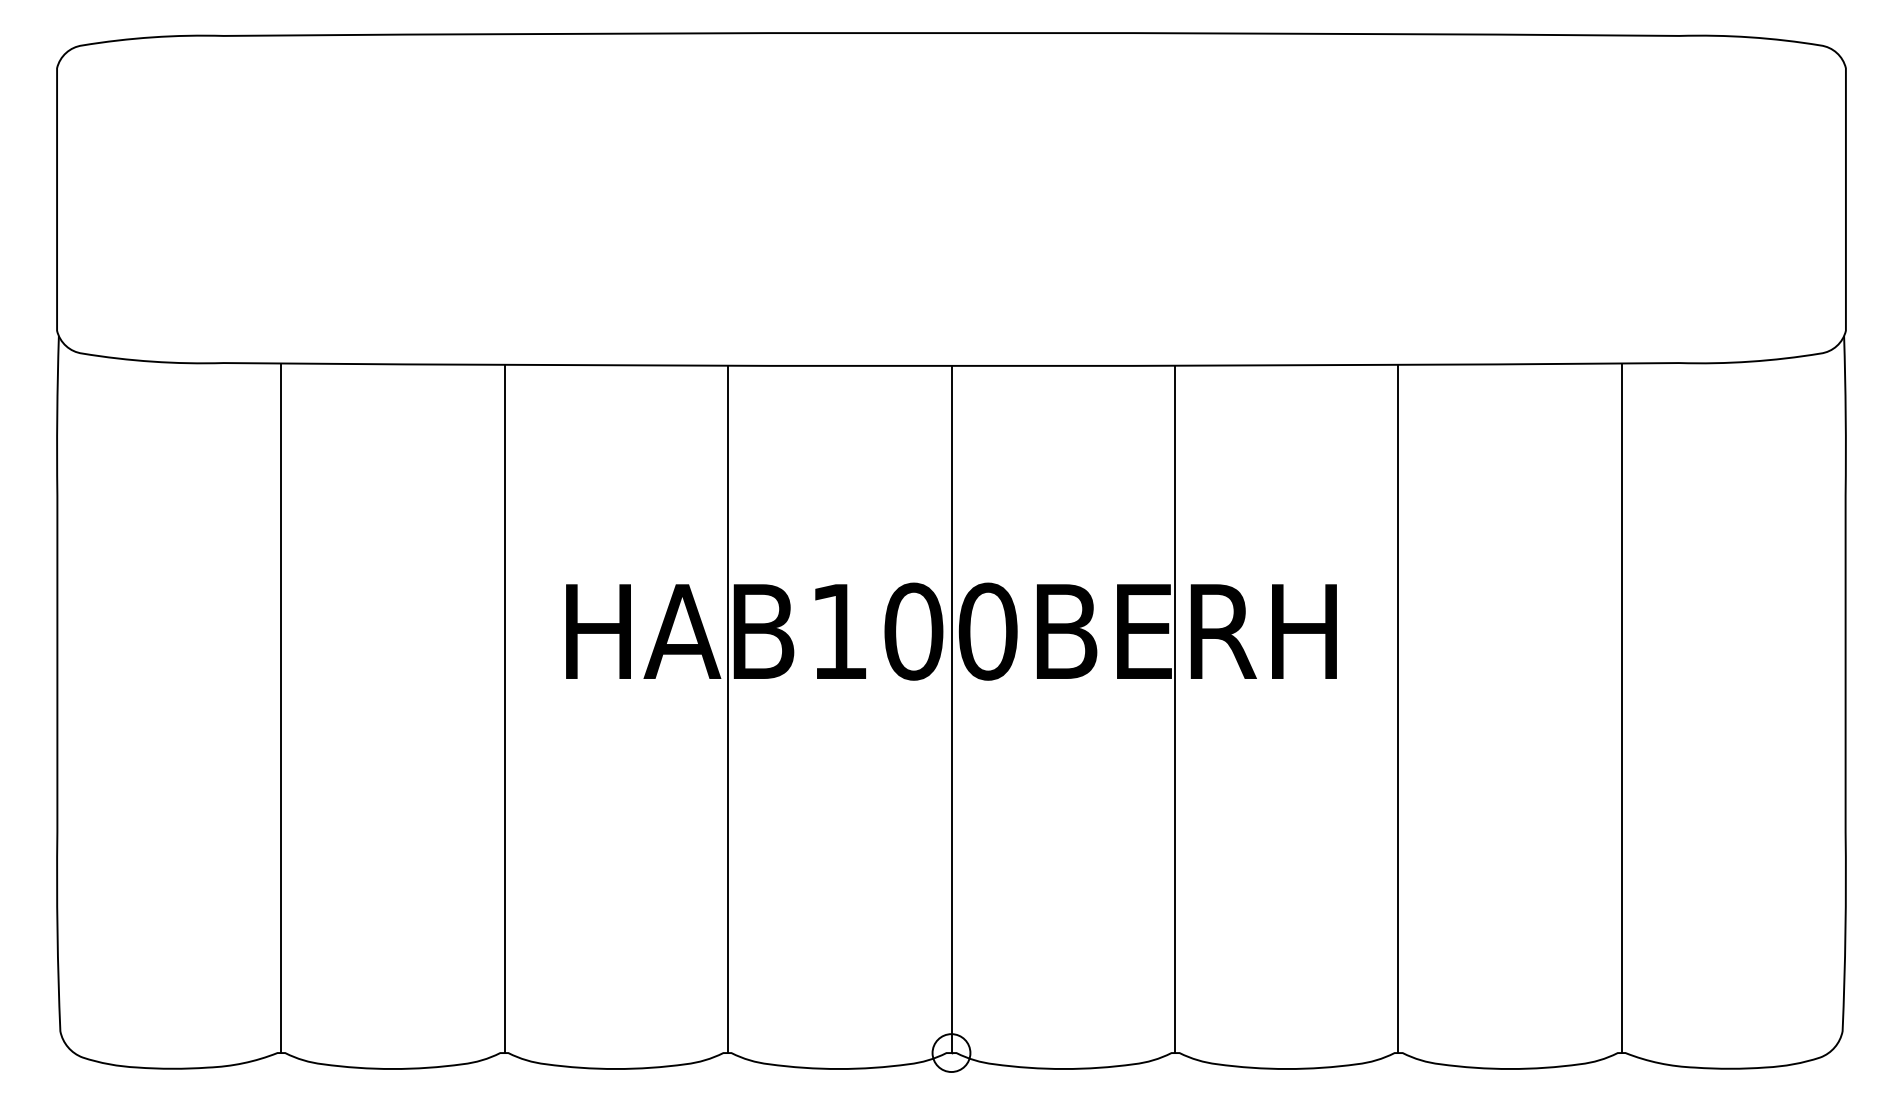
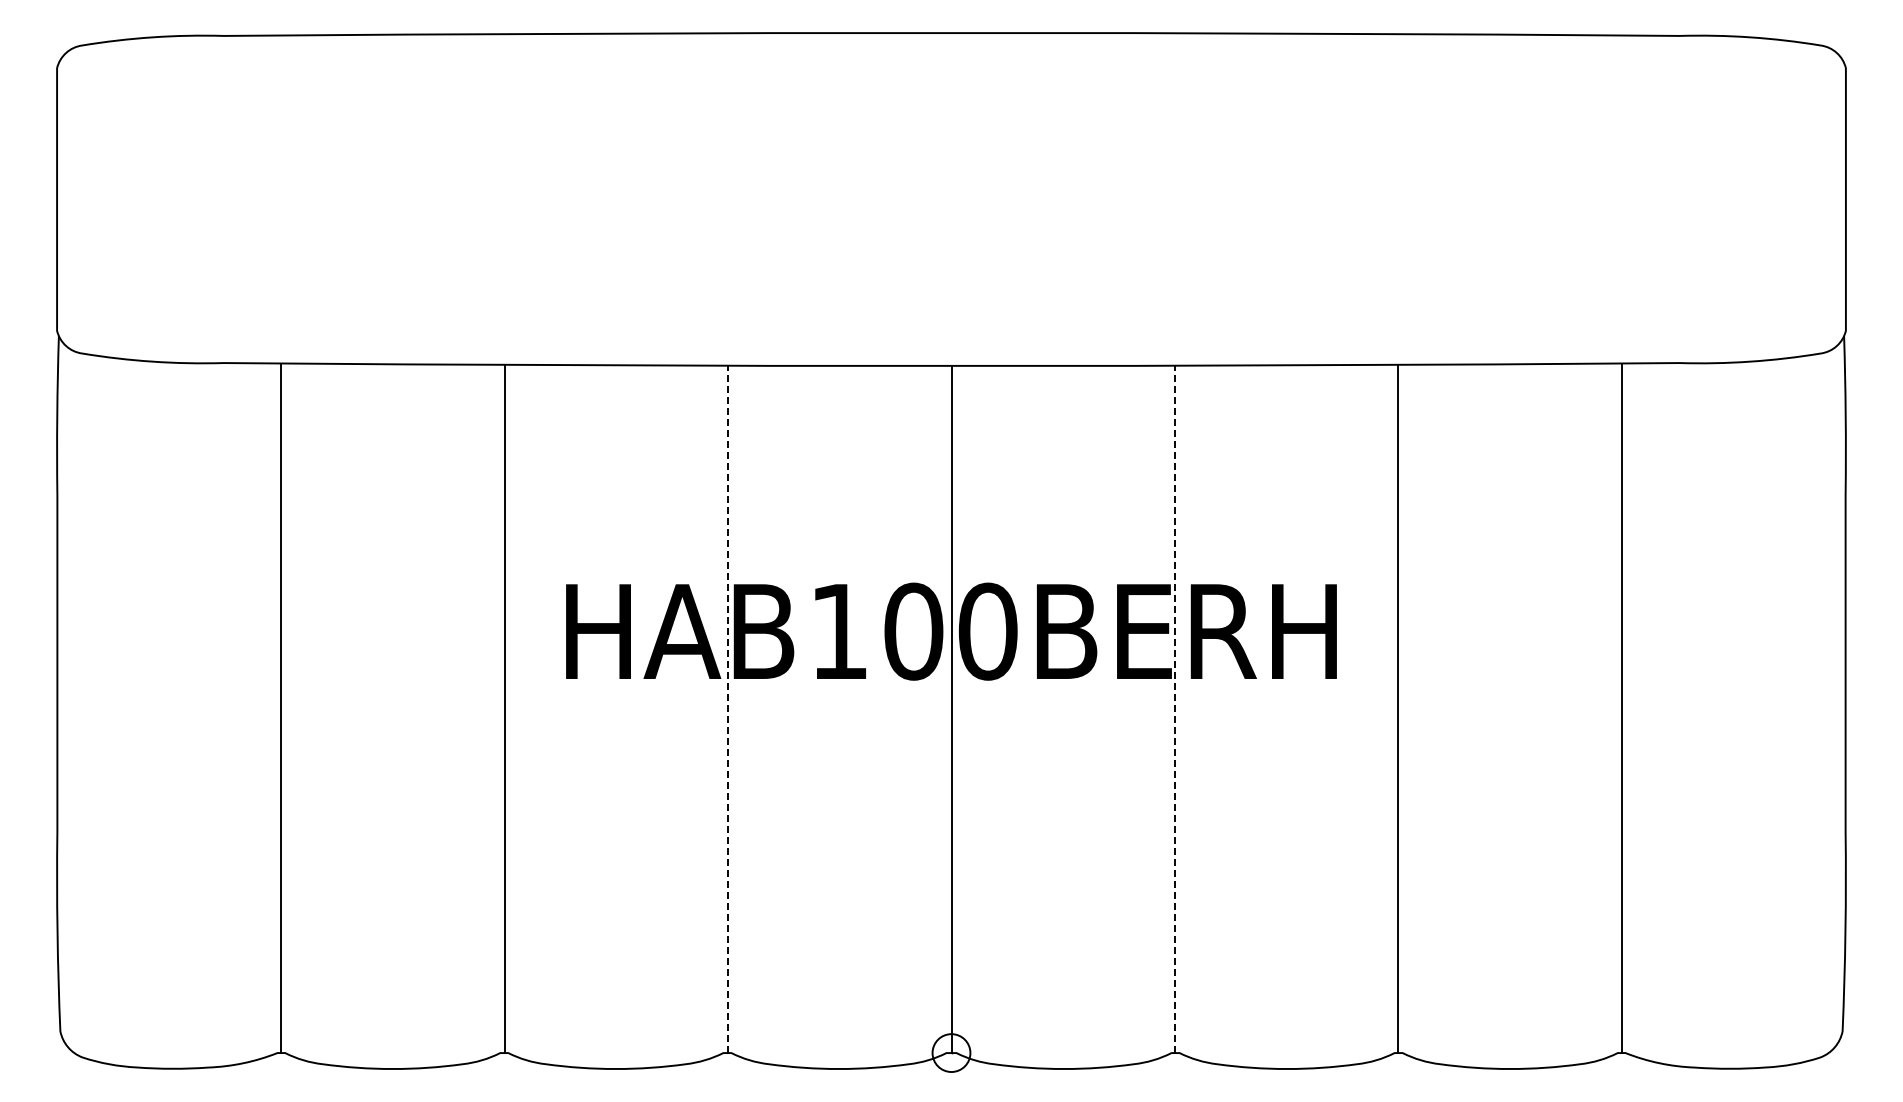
line at (727, 708): solid -> dashed
line at (1175, 708): solid -> dashed
